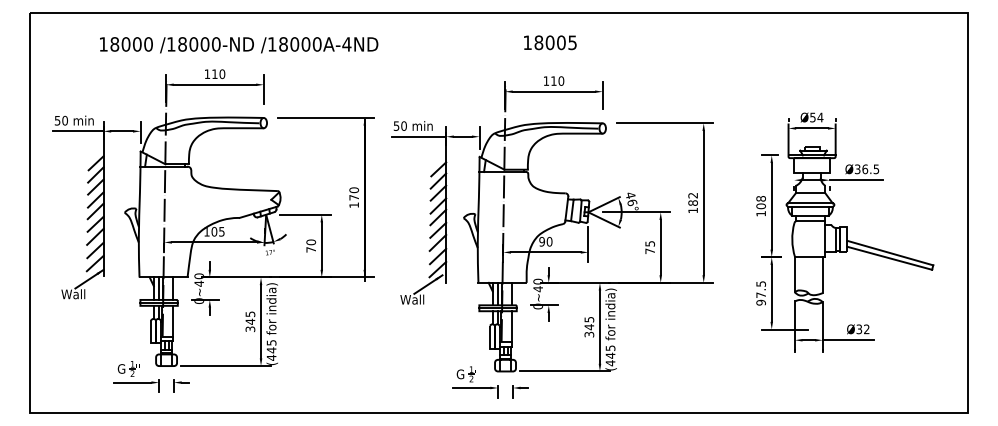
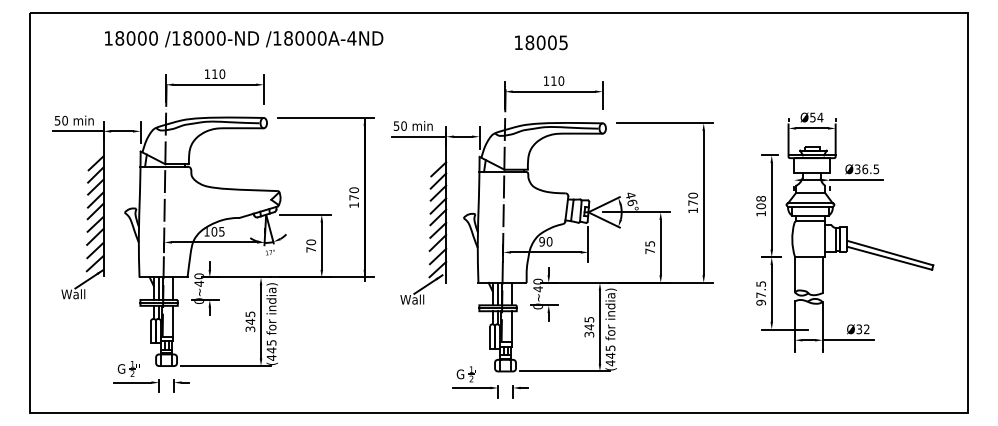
text at (550, 42) position: (550, 42) -> (541, 42)
text at (239, 45) position: (239, 45) -> (244, 39)
text at (692, 198): 182 -> 170
